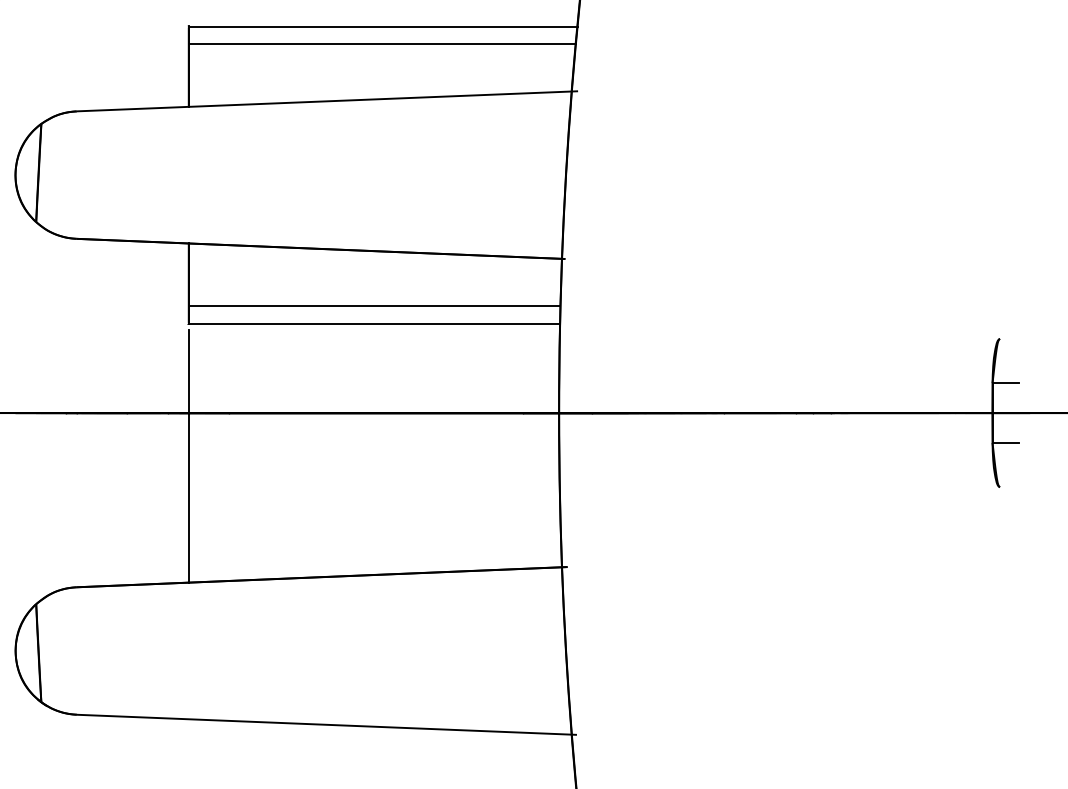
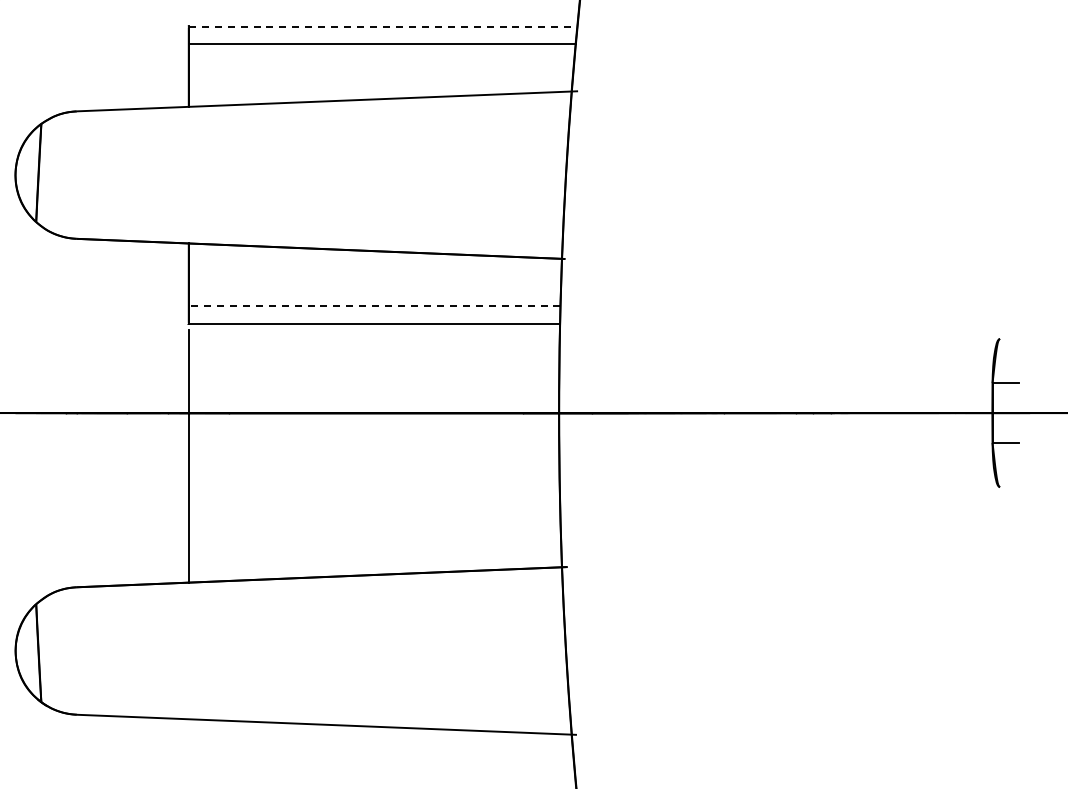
line at (383, 26): solid -> dashed
line at (374, 306): solid -> dashed
